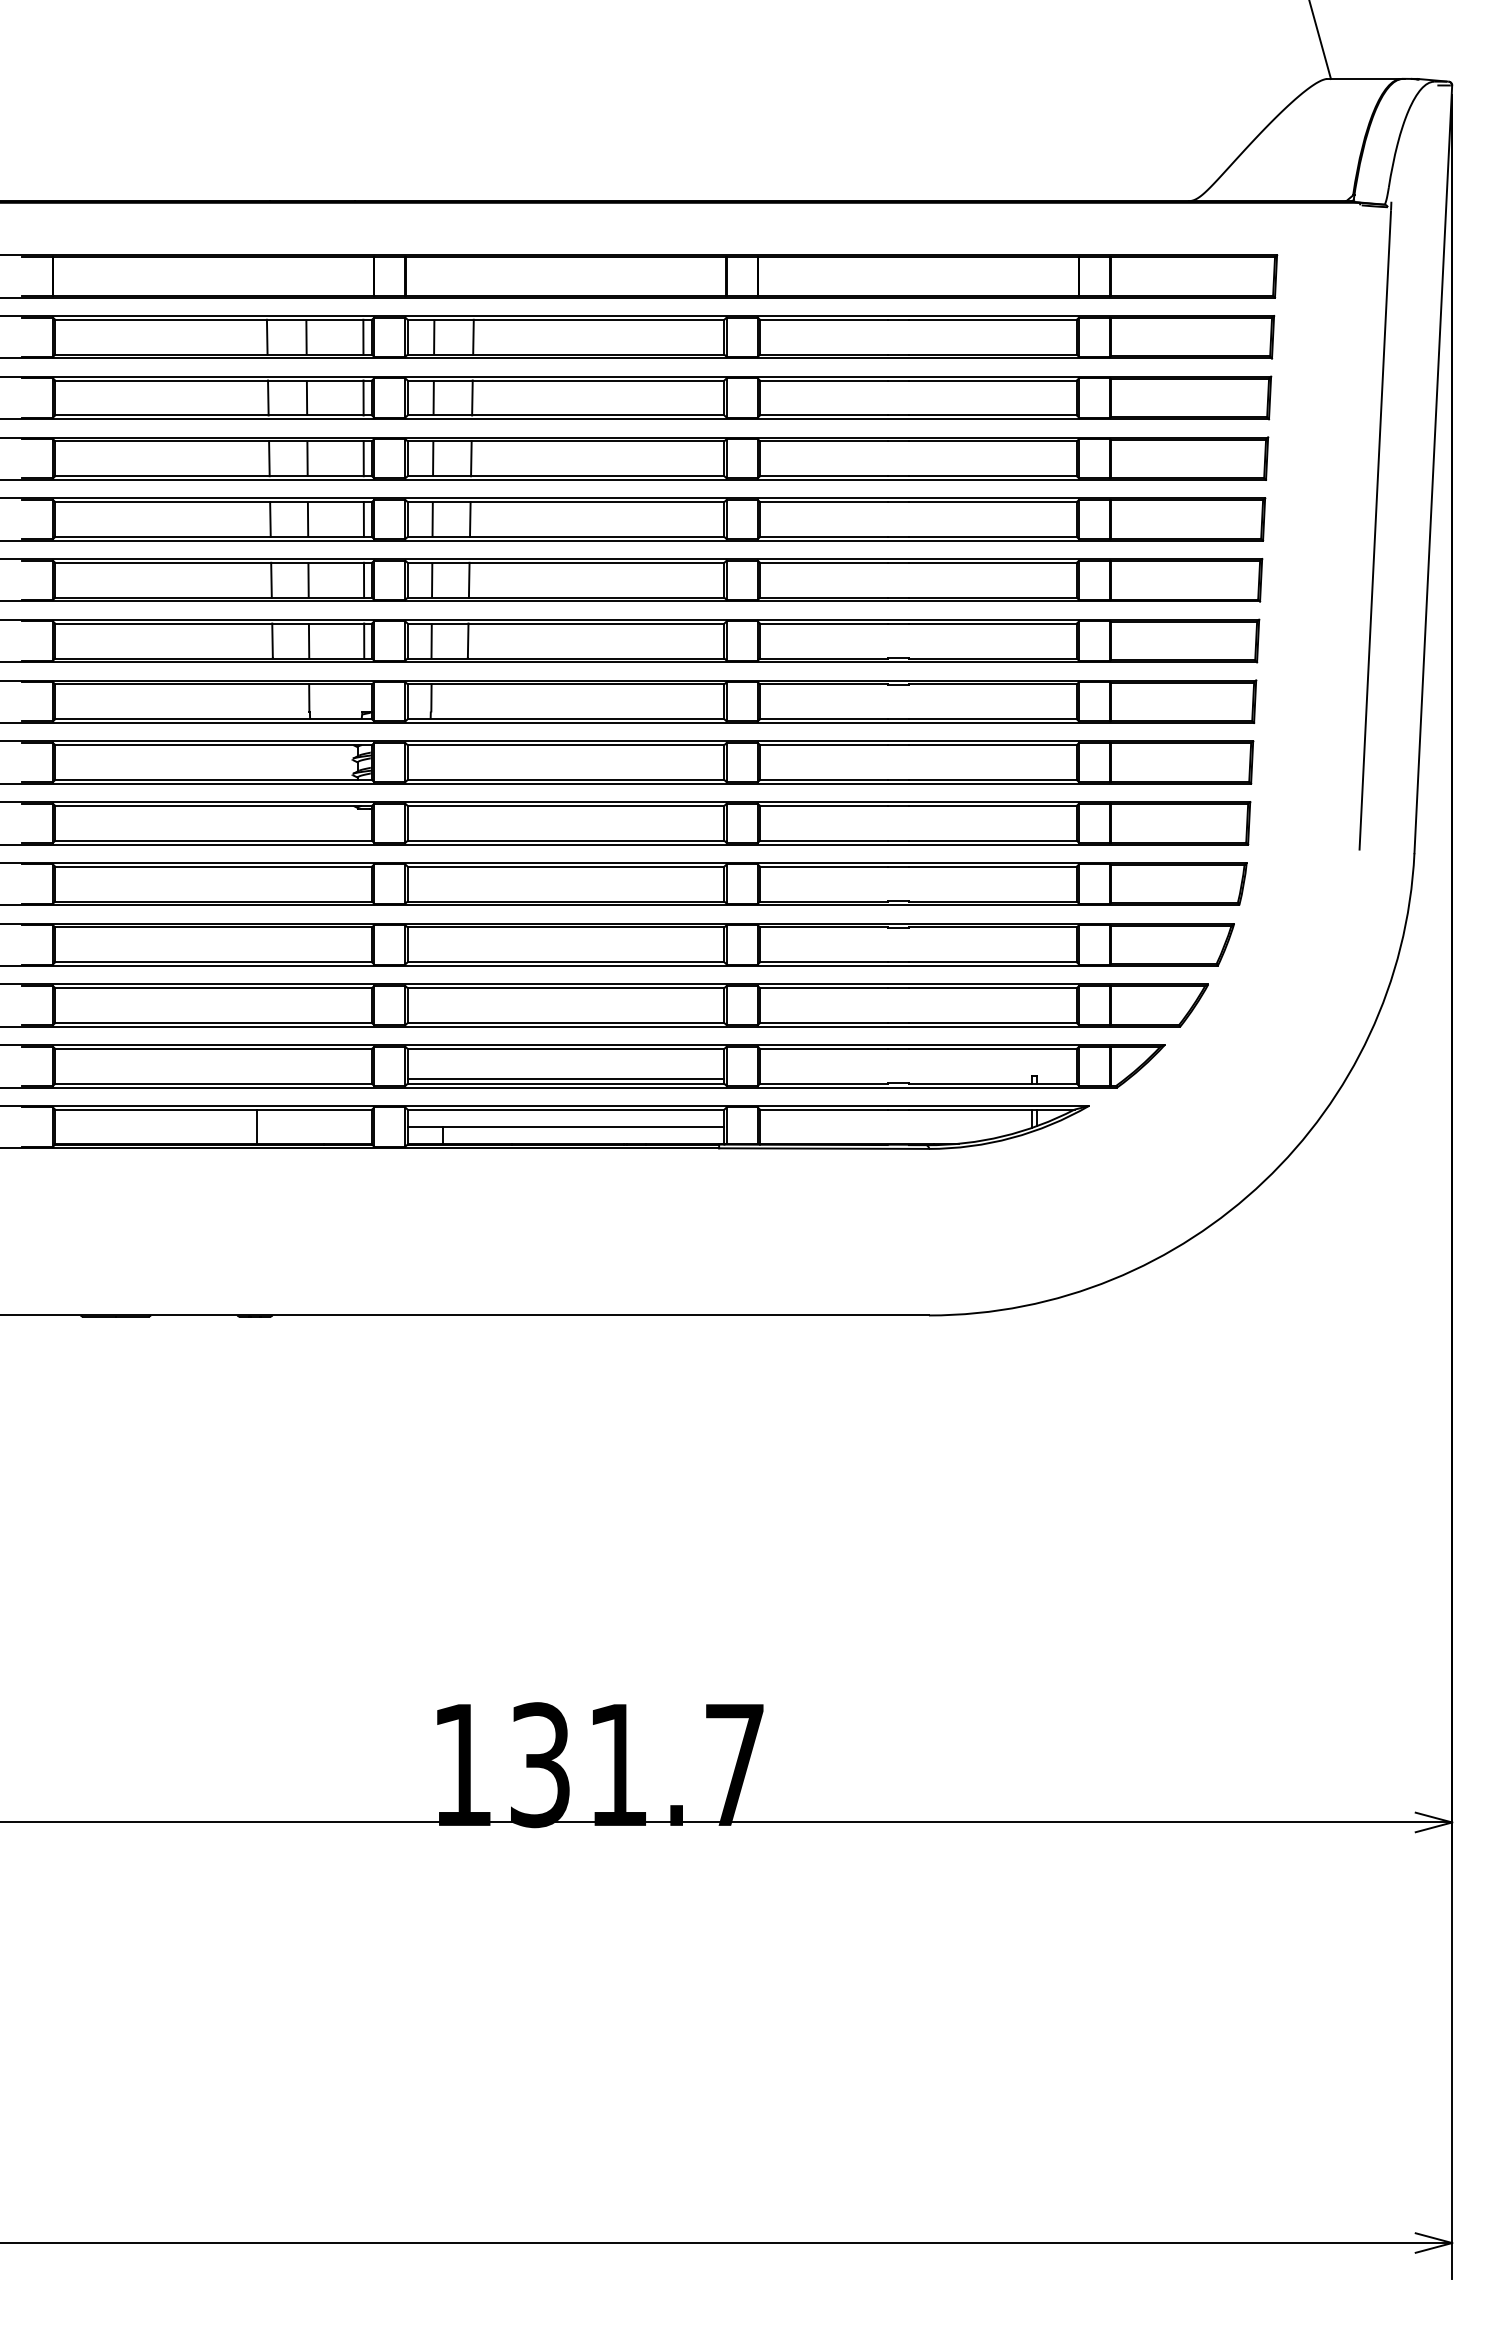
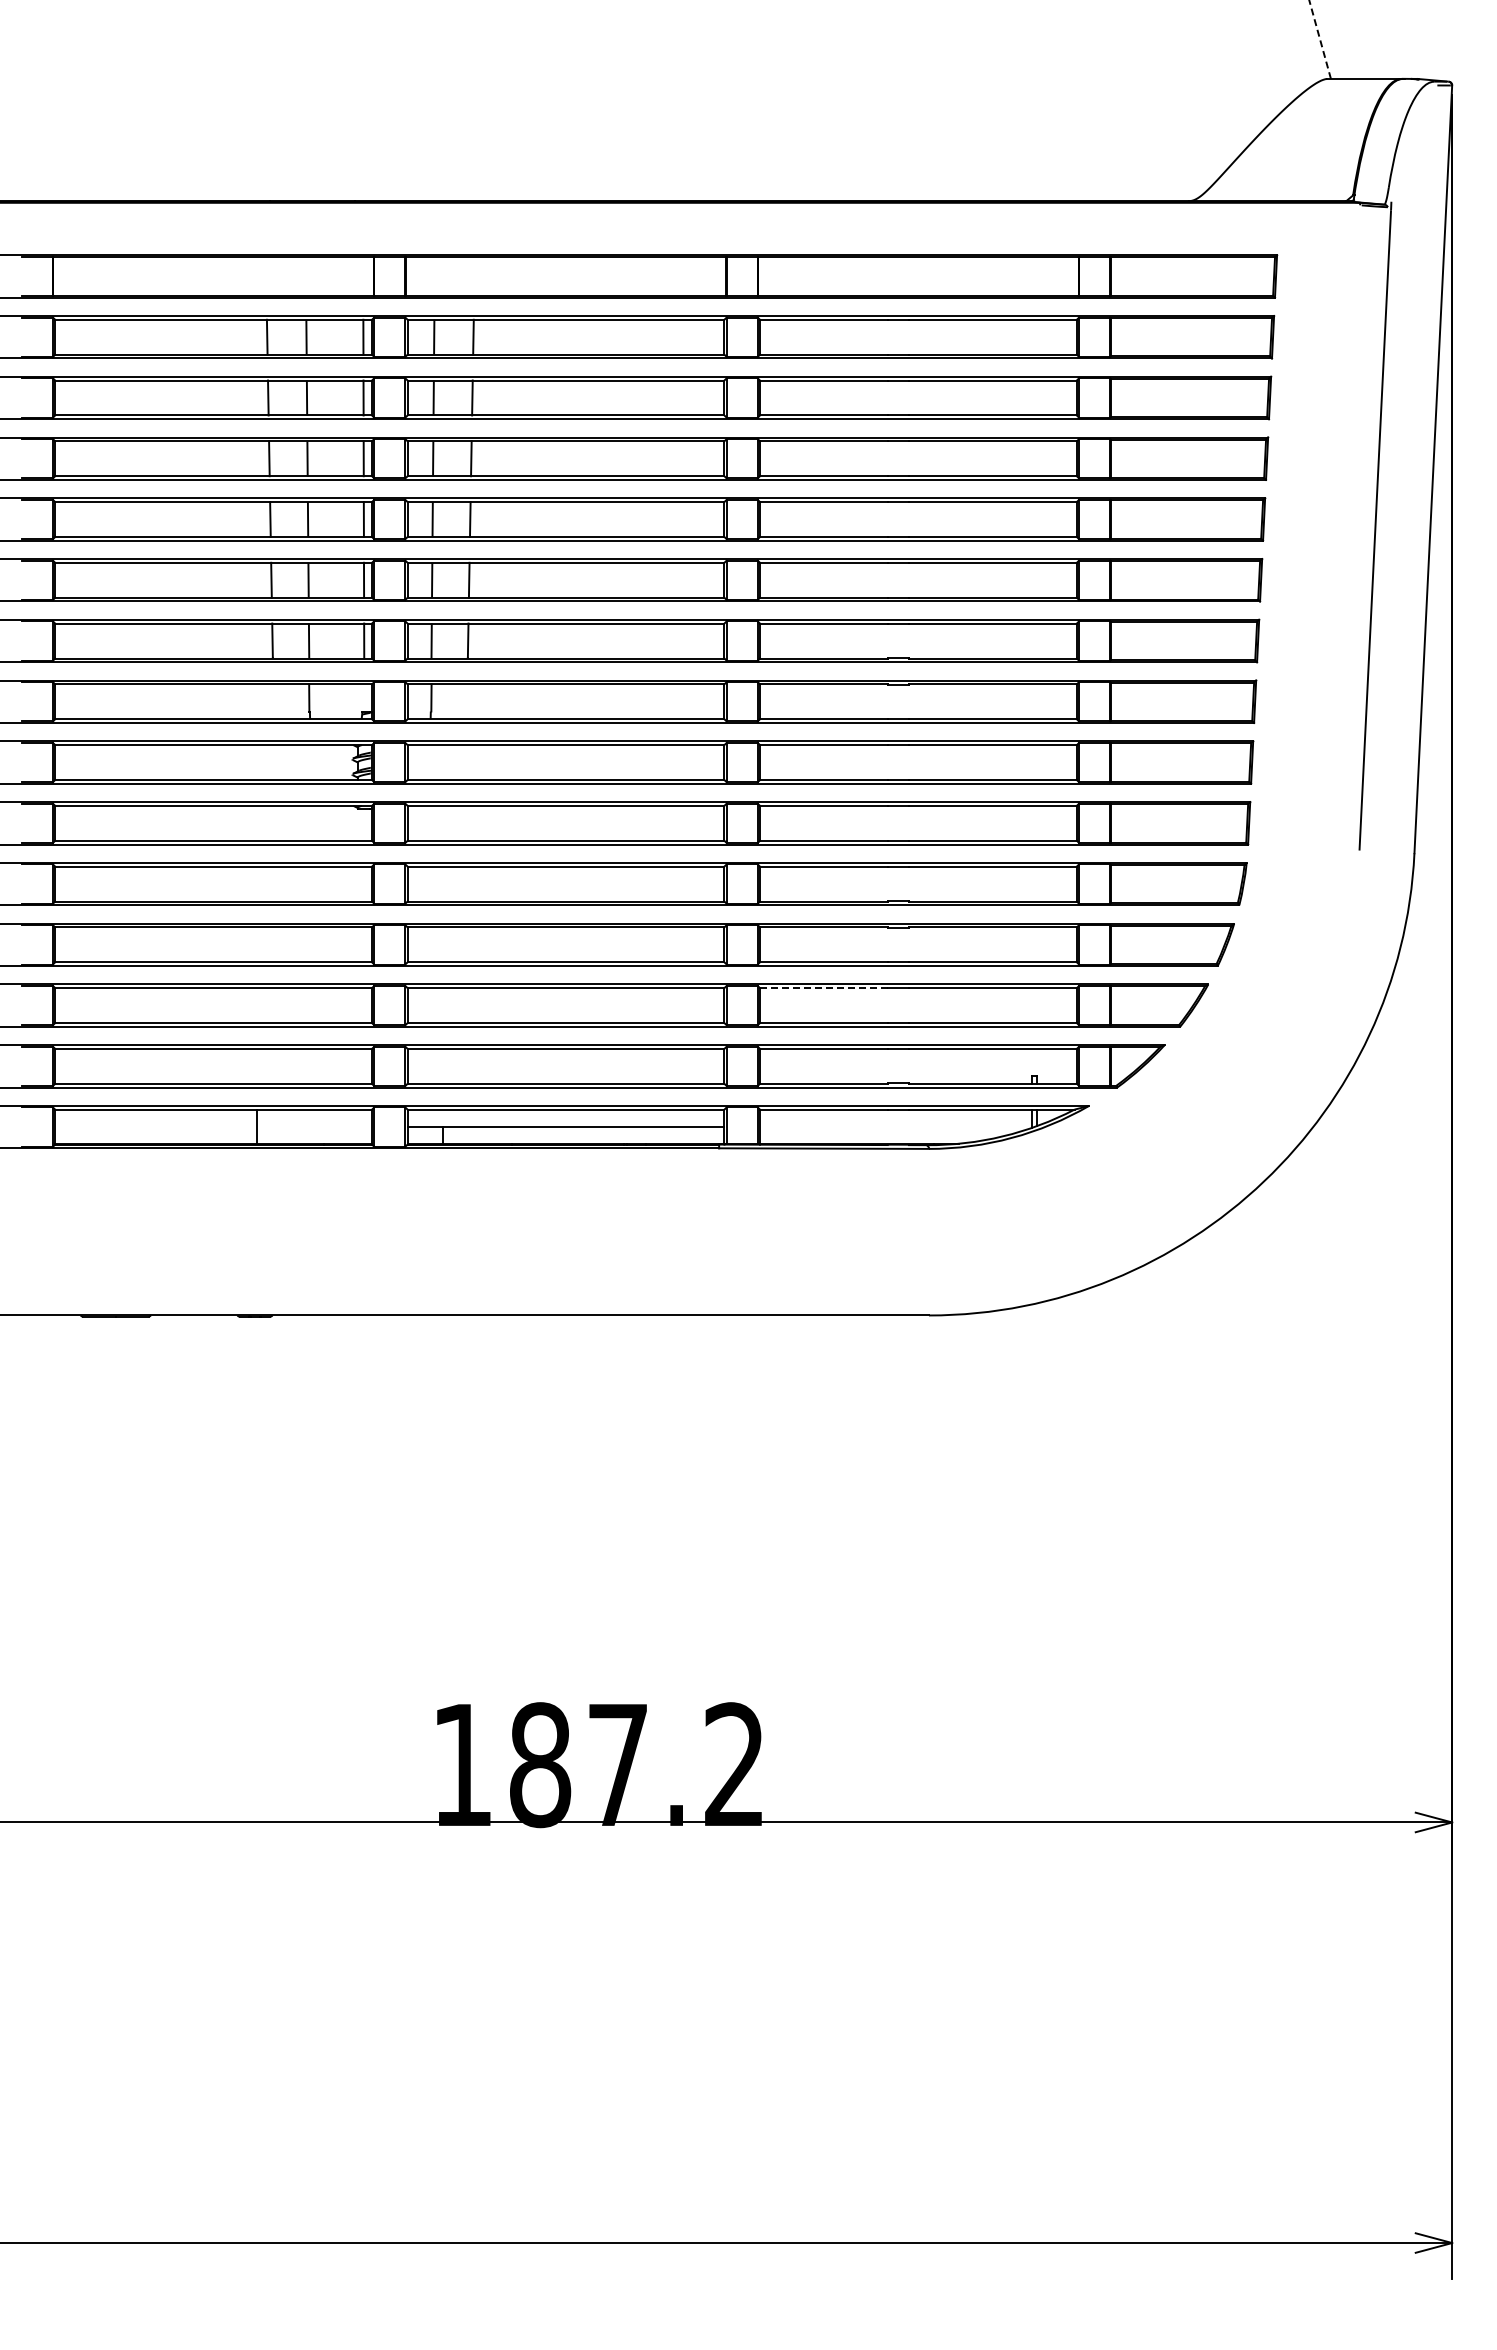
line at (1320, 39): solid -> dashed
line at (823, 988): solid -> dashed
line at (565, 1078): present -> none
text at (636, 1765): 131.7 -> 187.2
